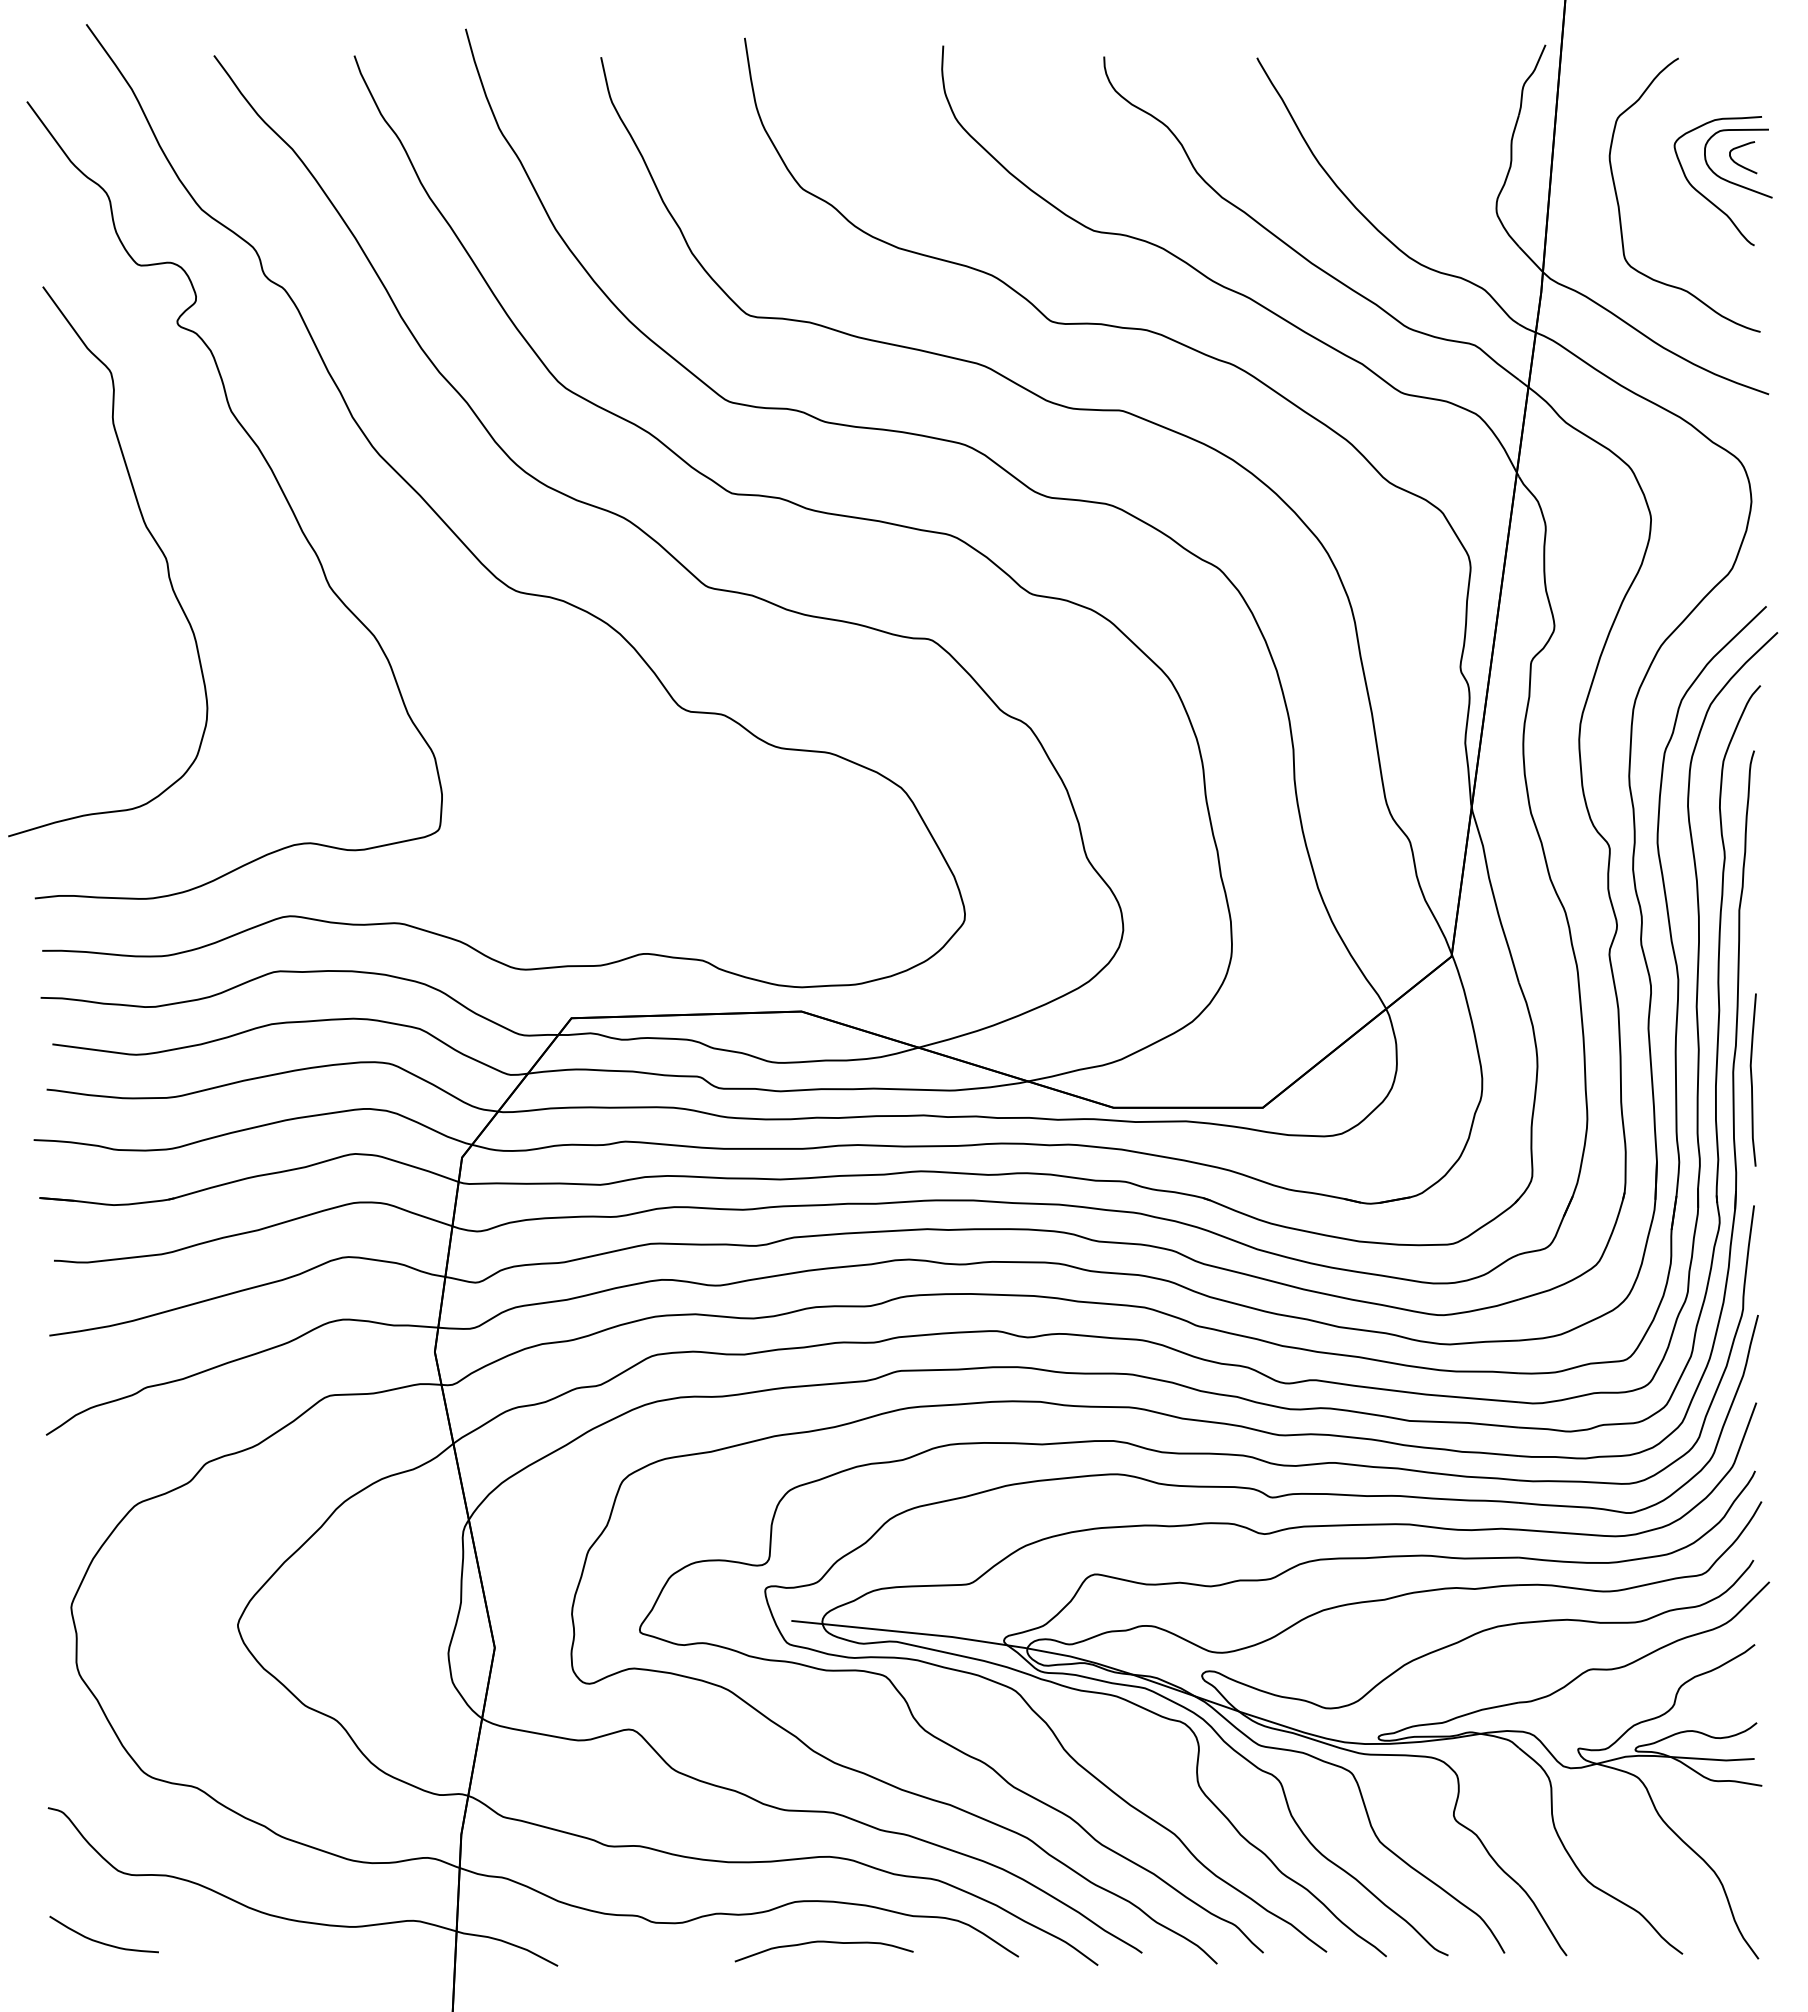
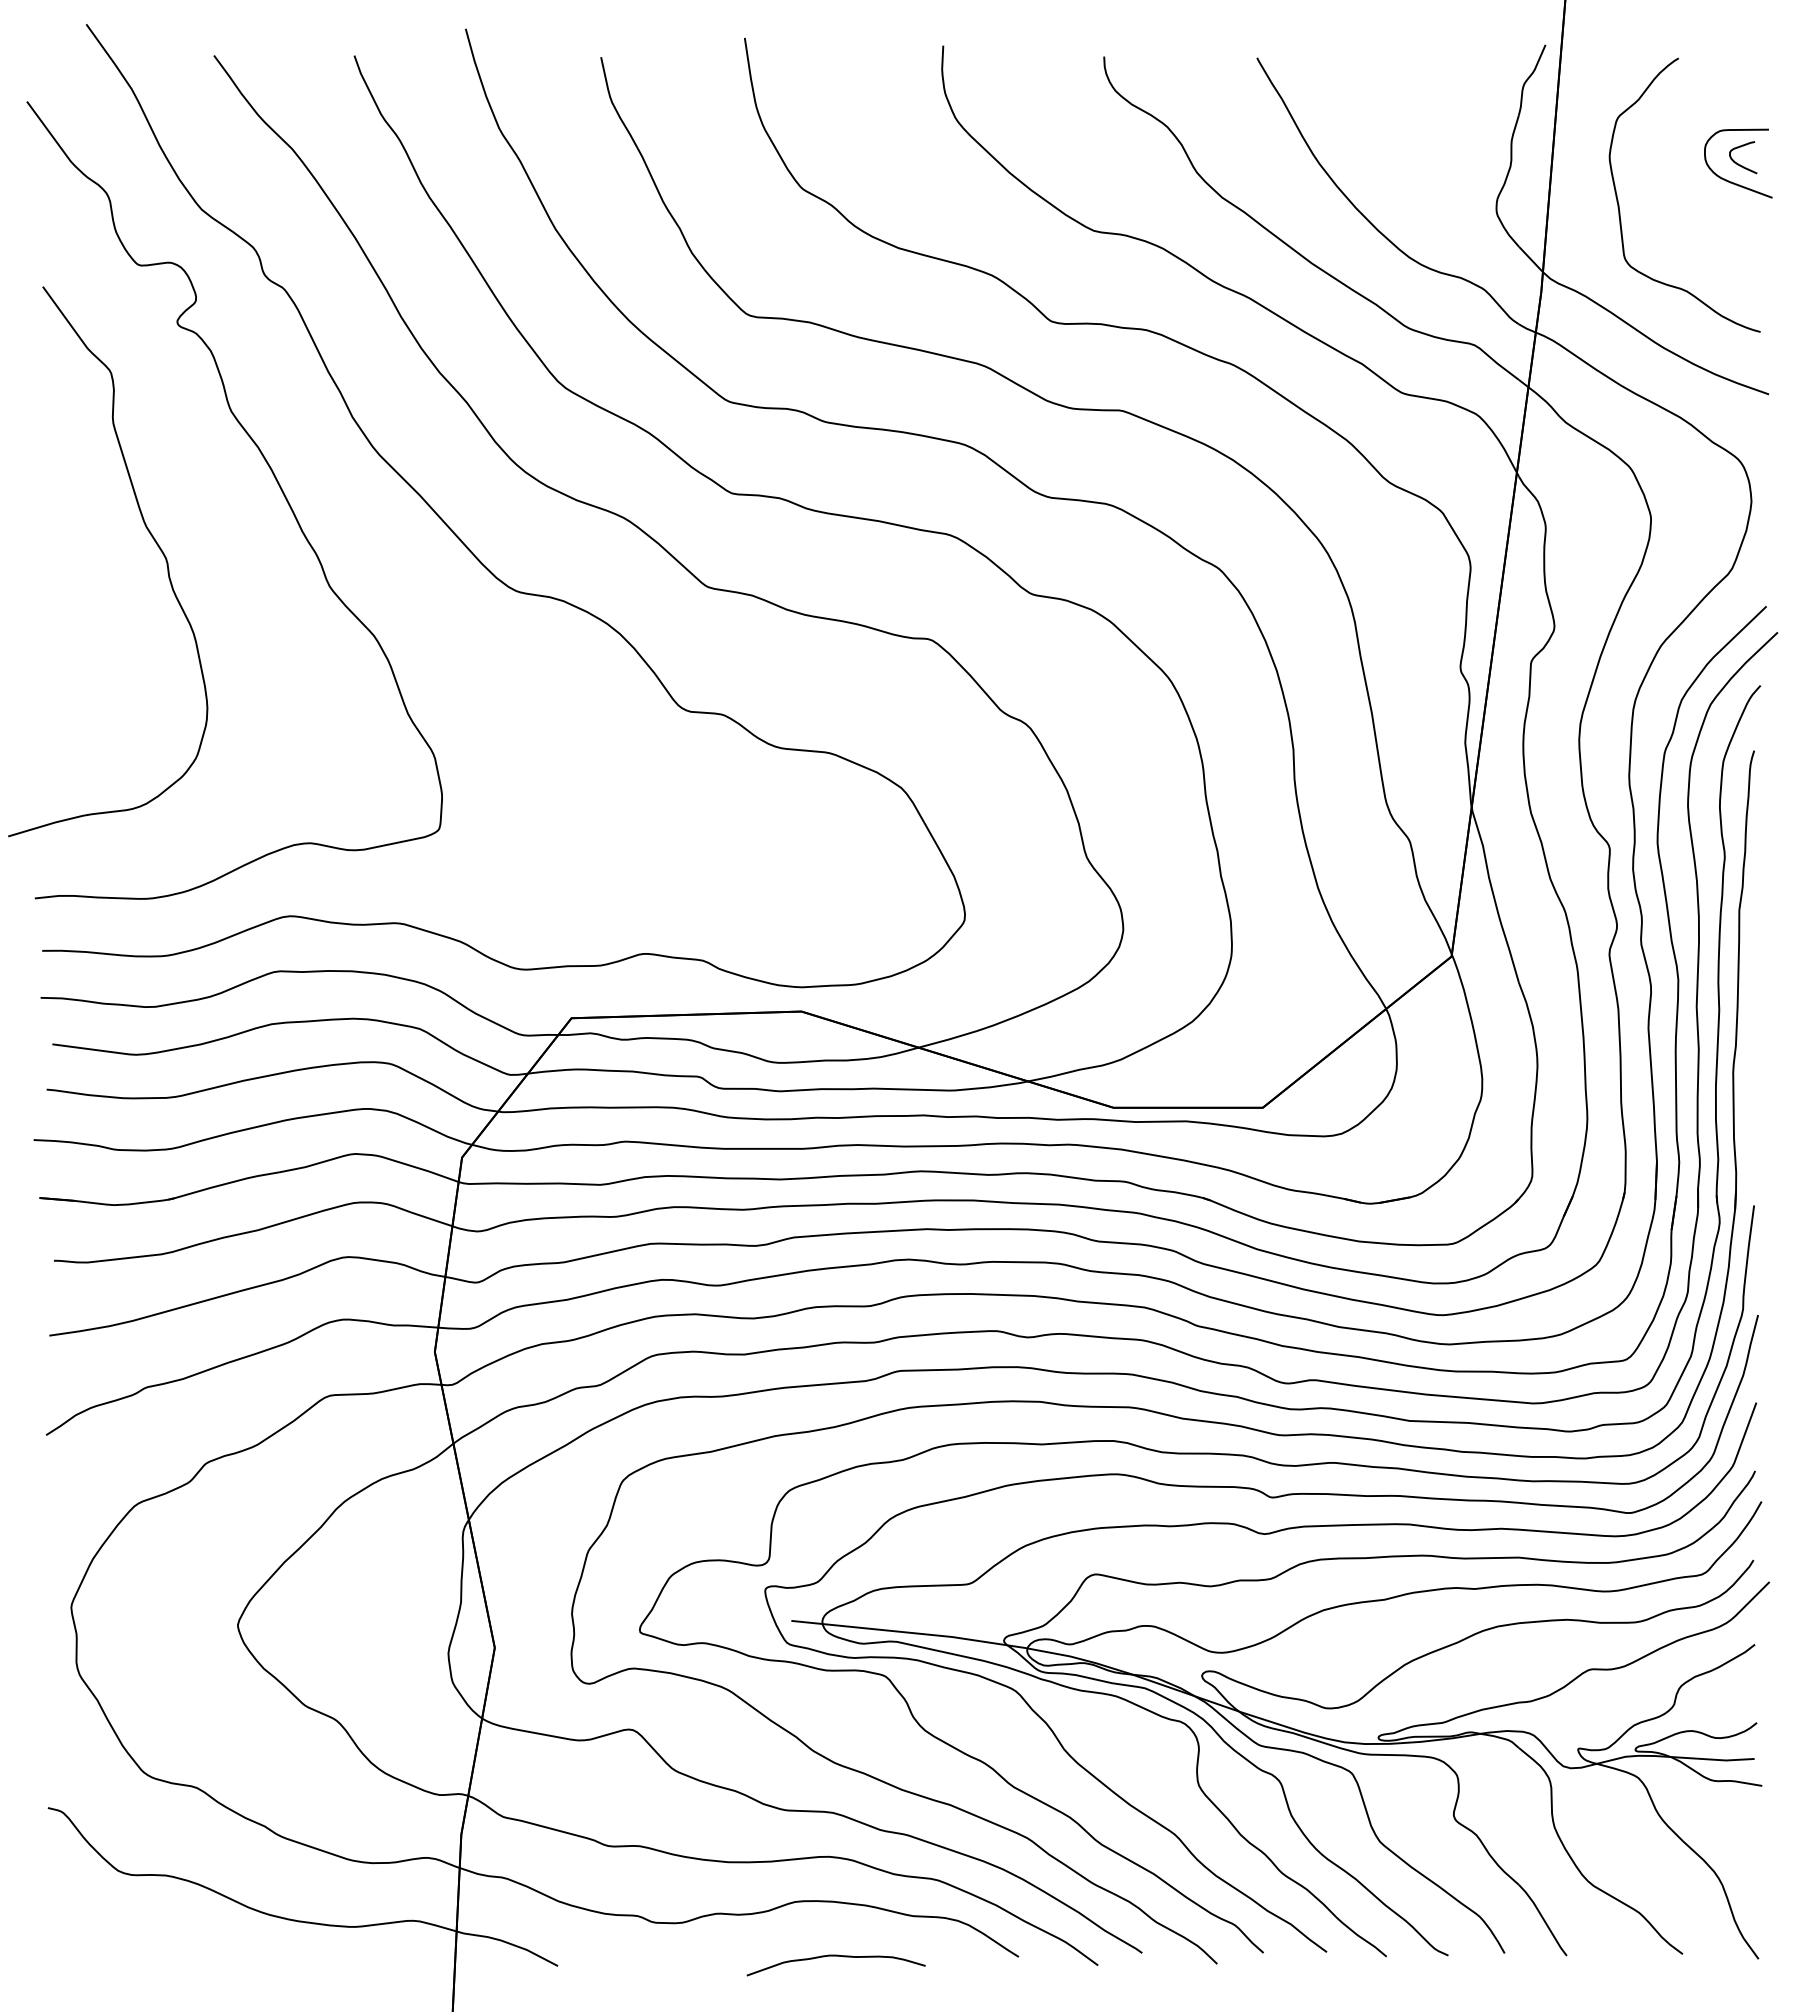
curve at (1703, 194): present -> none
curve at (1752, 1079): present -> none
curve at (100, 1941): present -> none
curve at (823, 1942) position: (823, 1942) -> (835, 1956)
